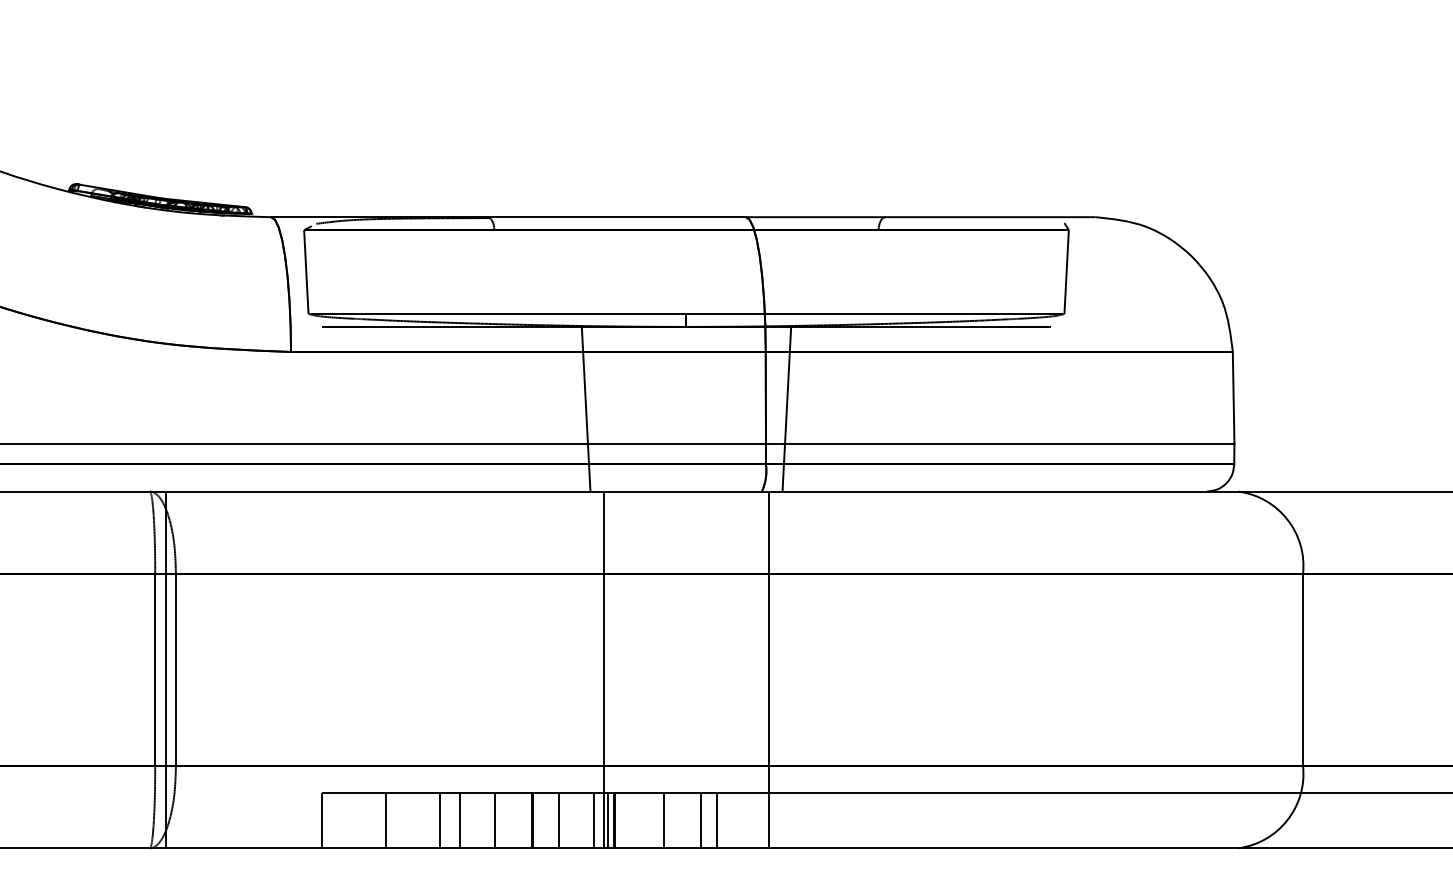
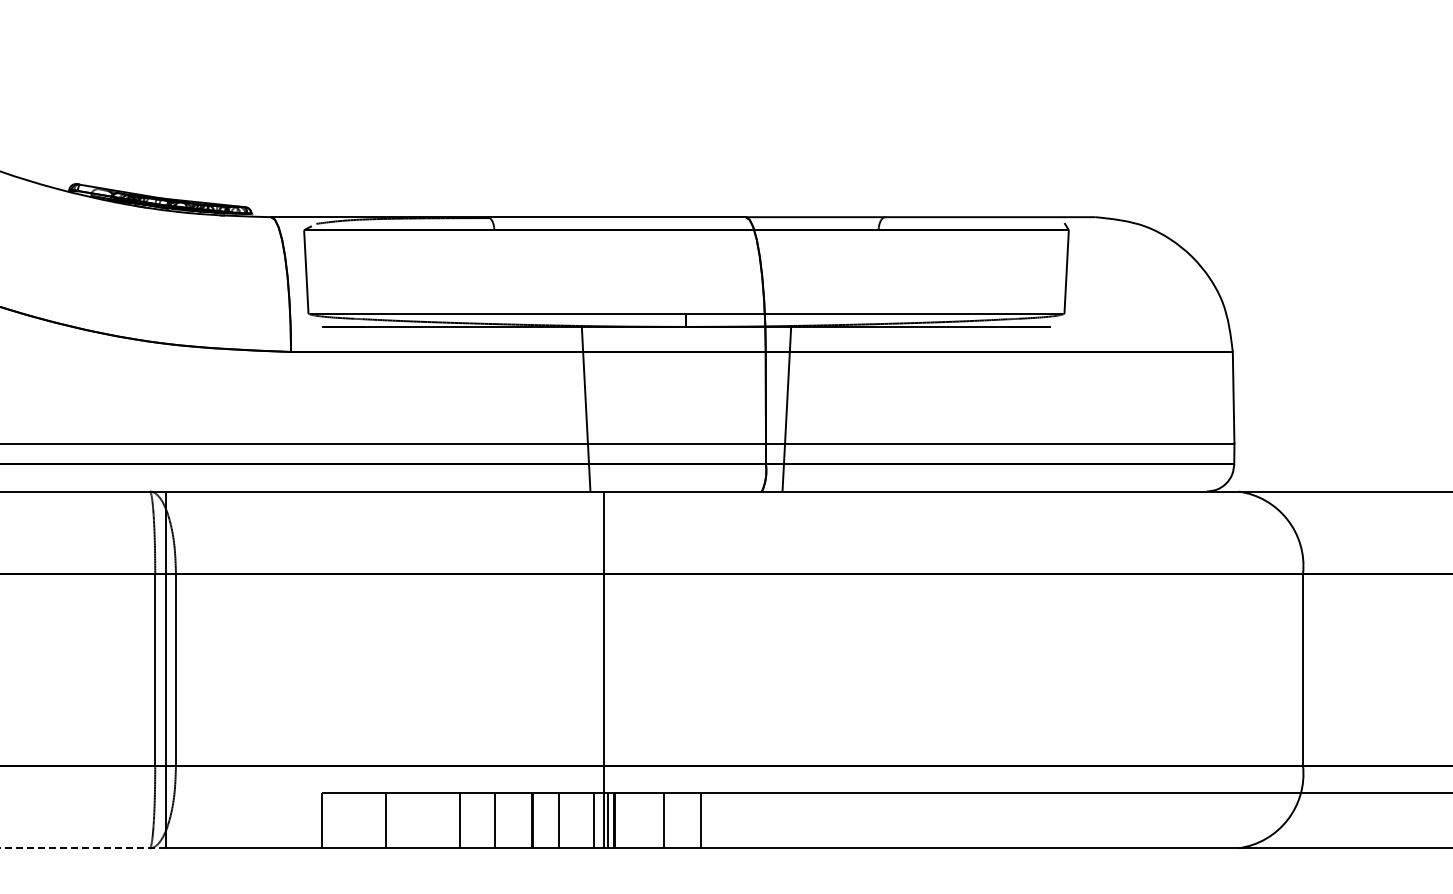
line at (768, 669): present -> none
line at (440, 820): present -> none
line at (717, 820): present -> none
line at (83, 848): solid -> dashed
